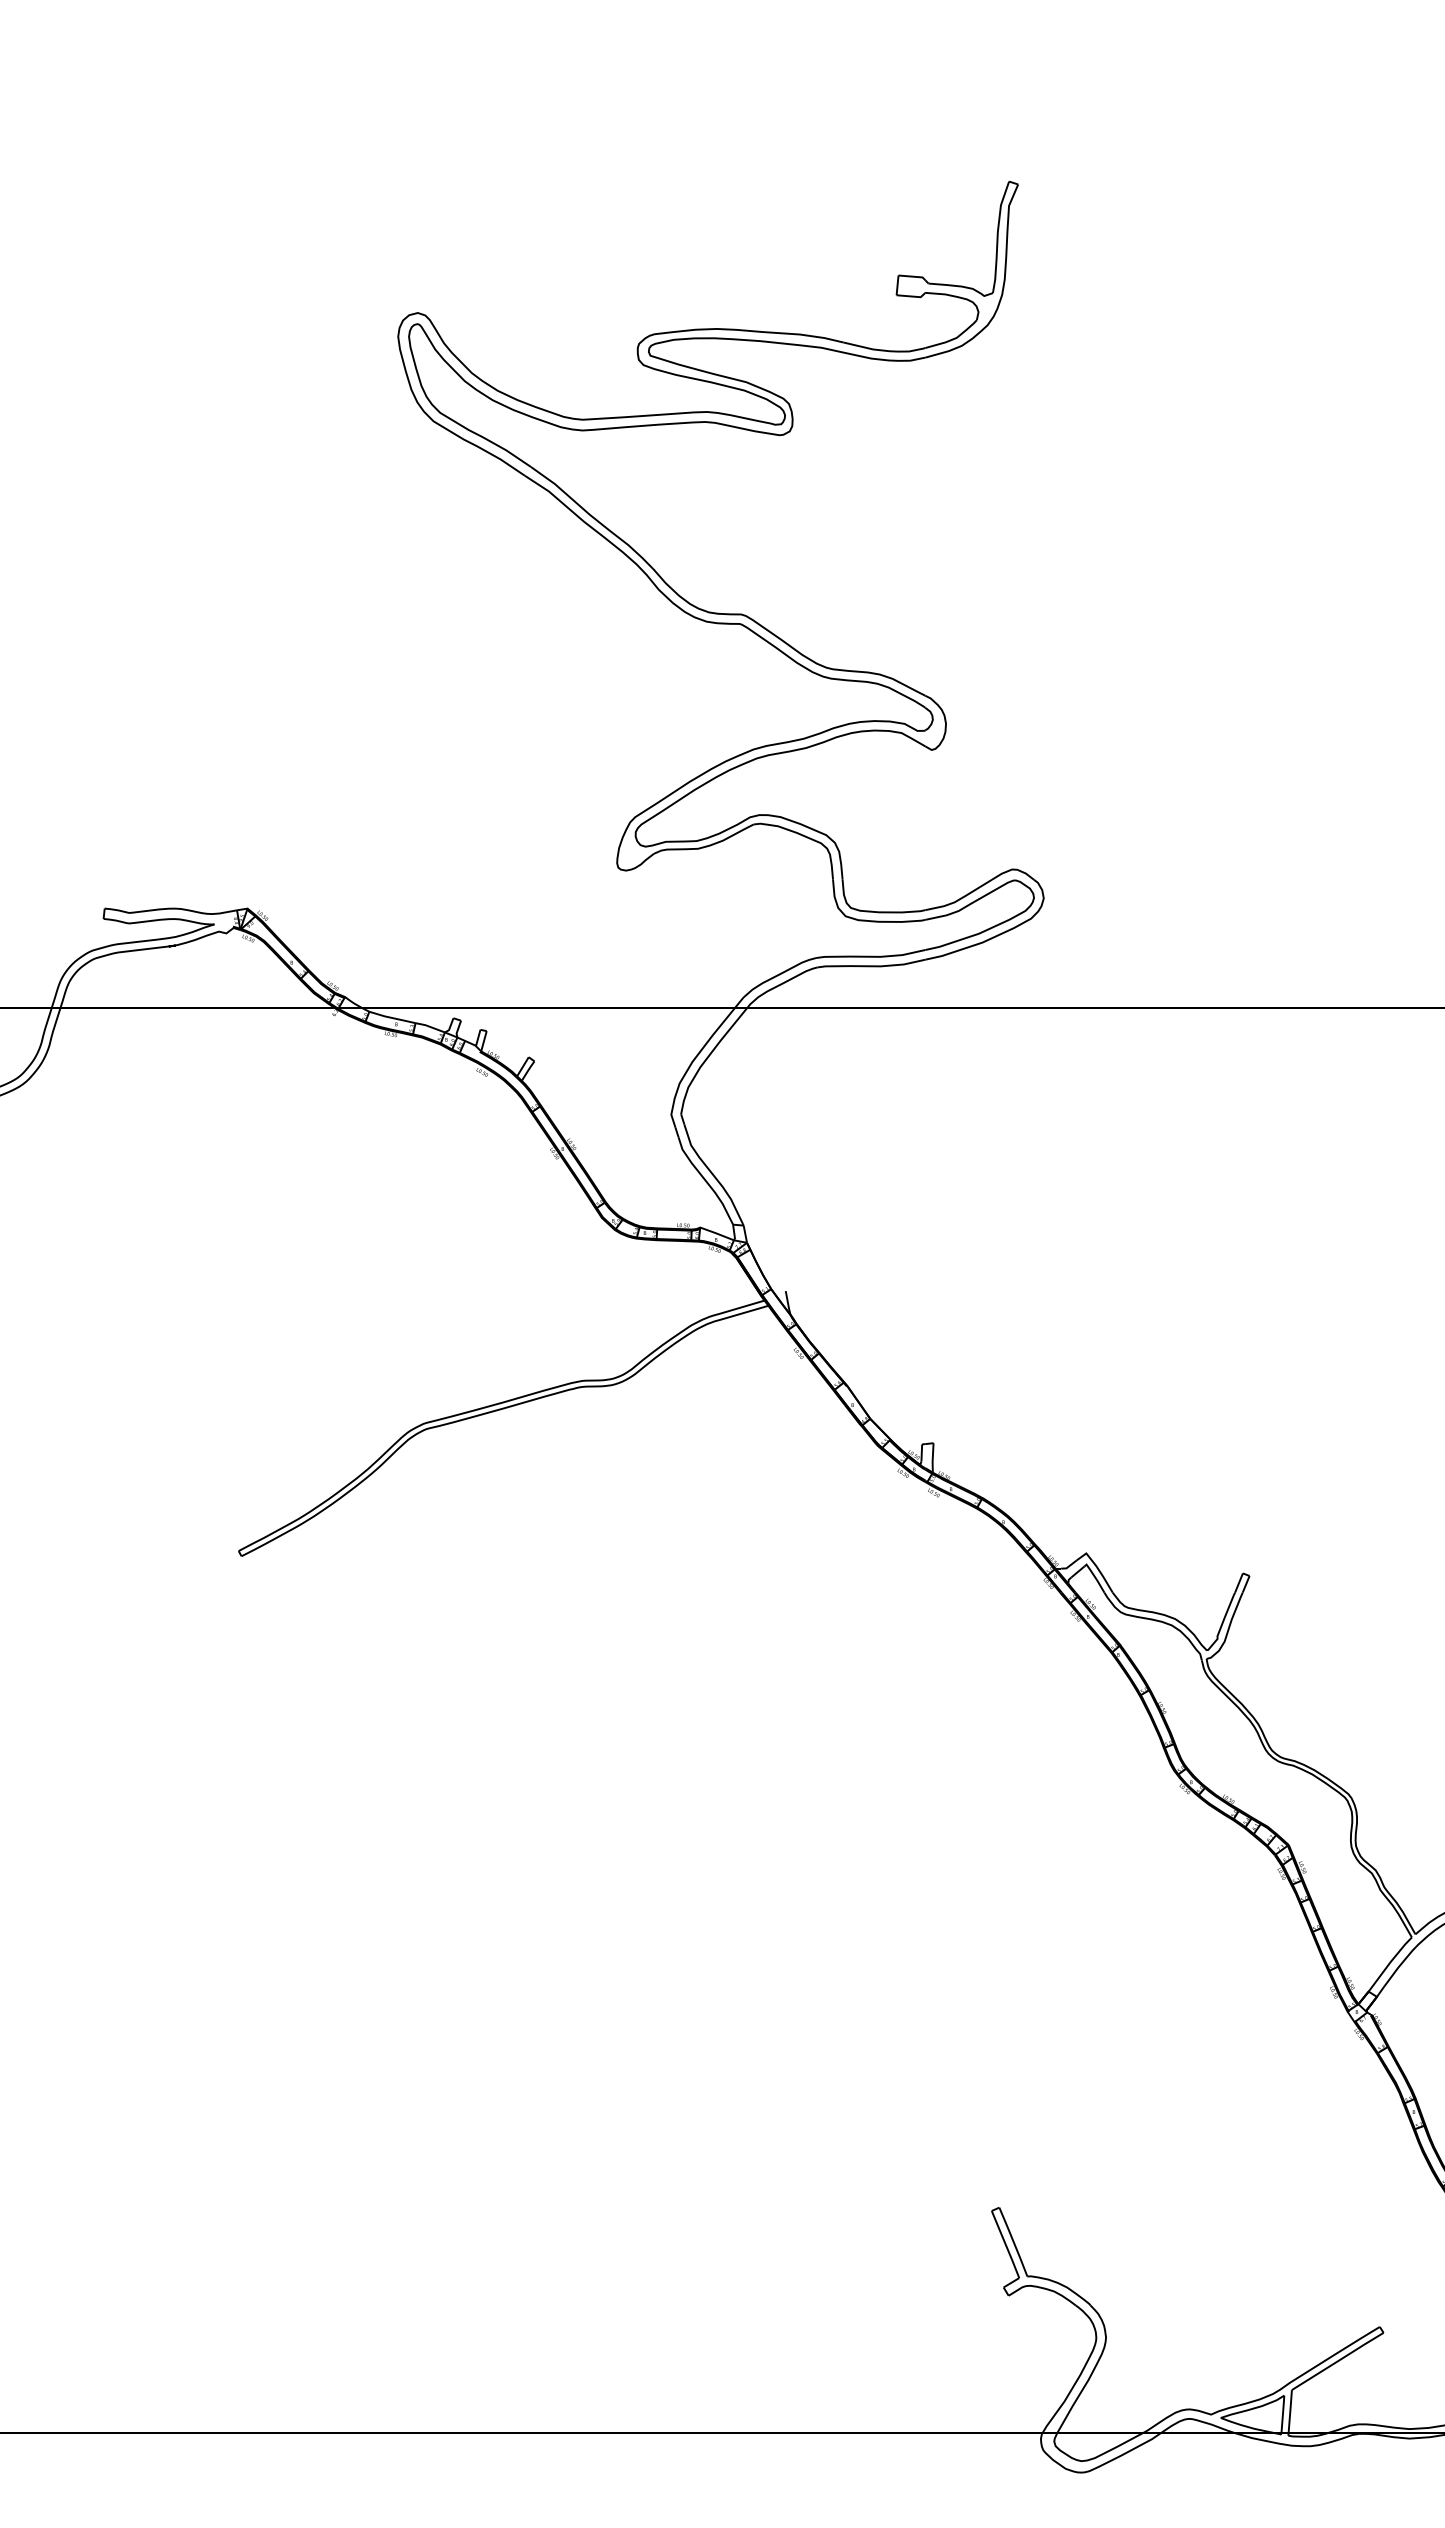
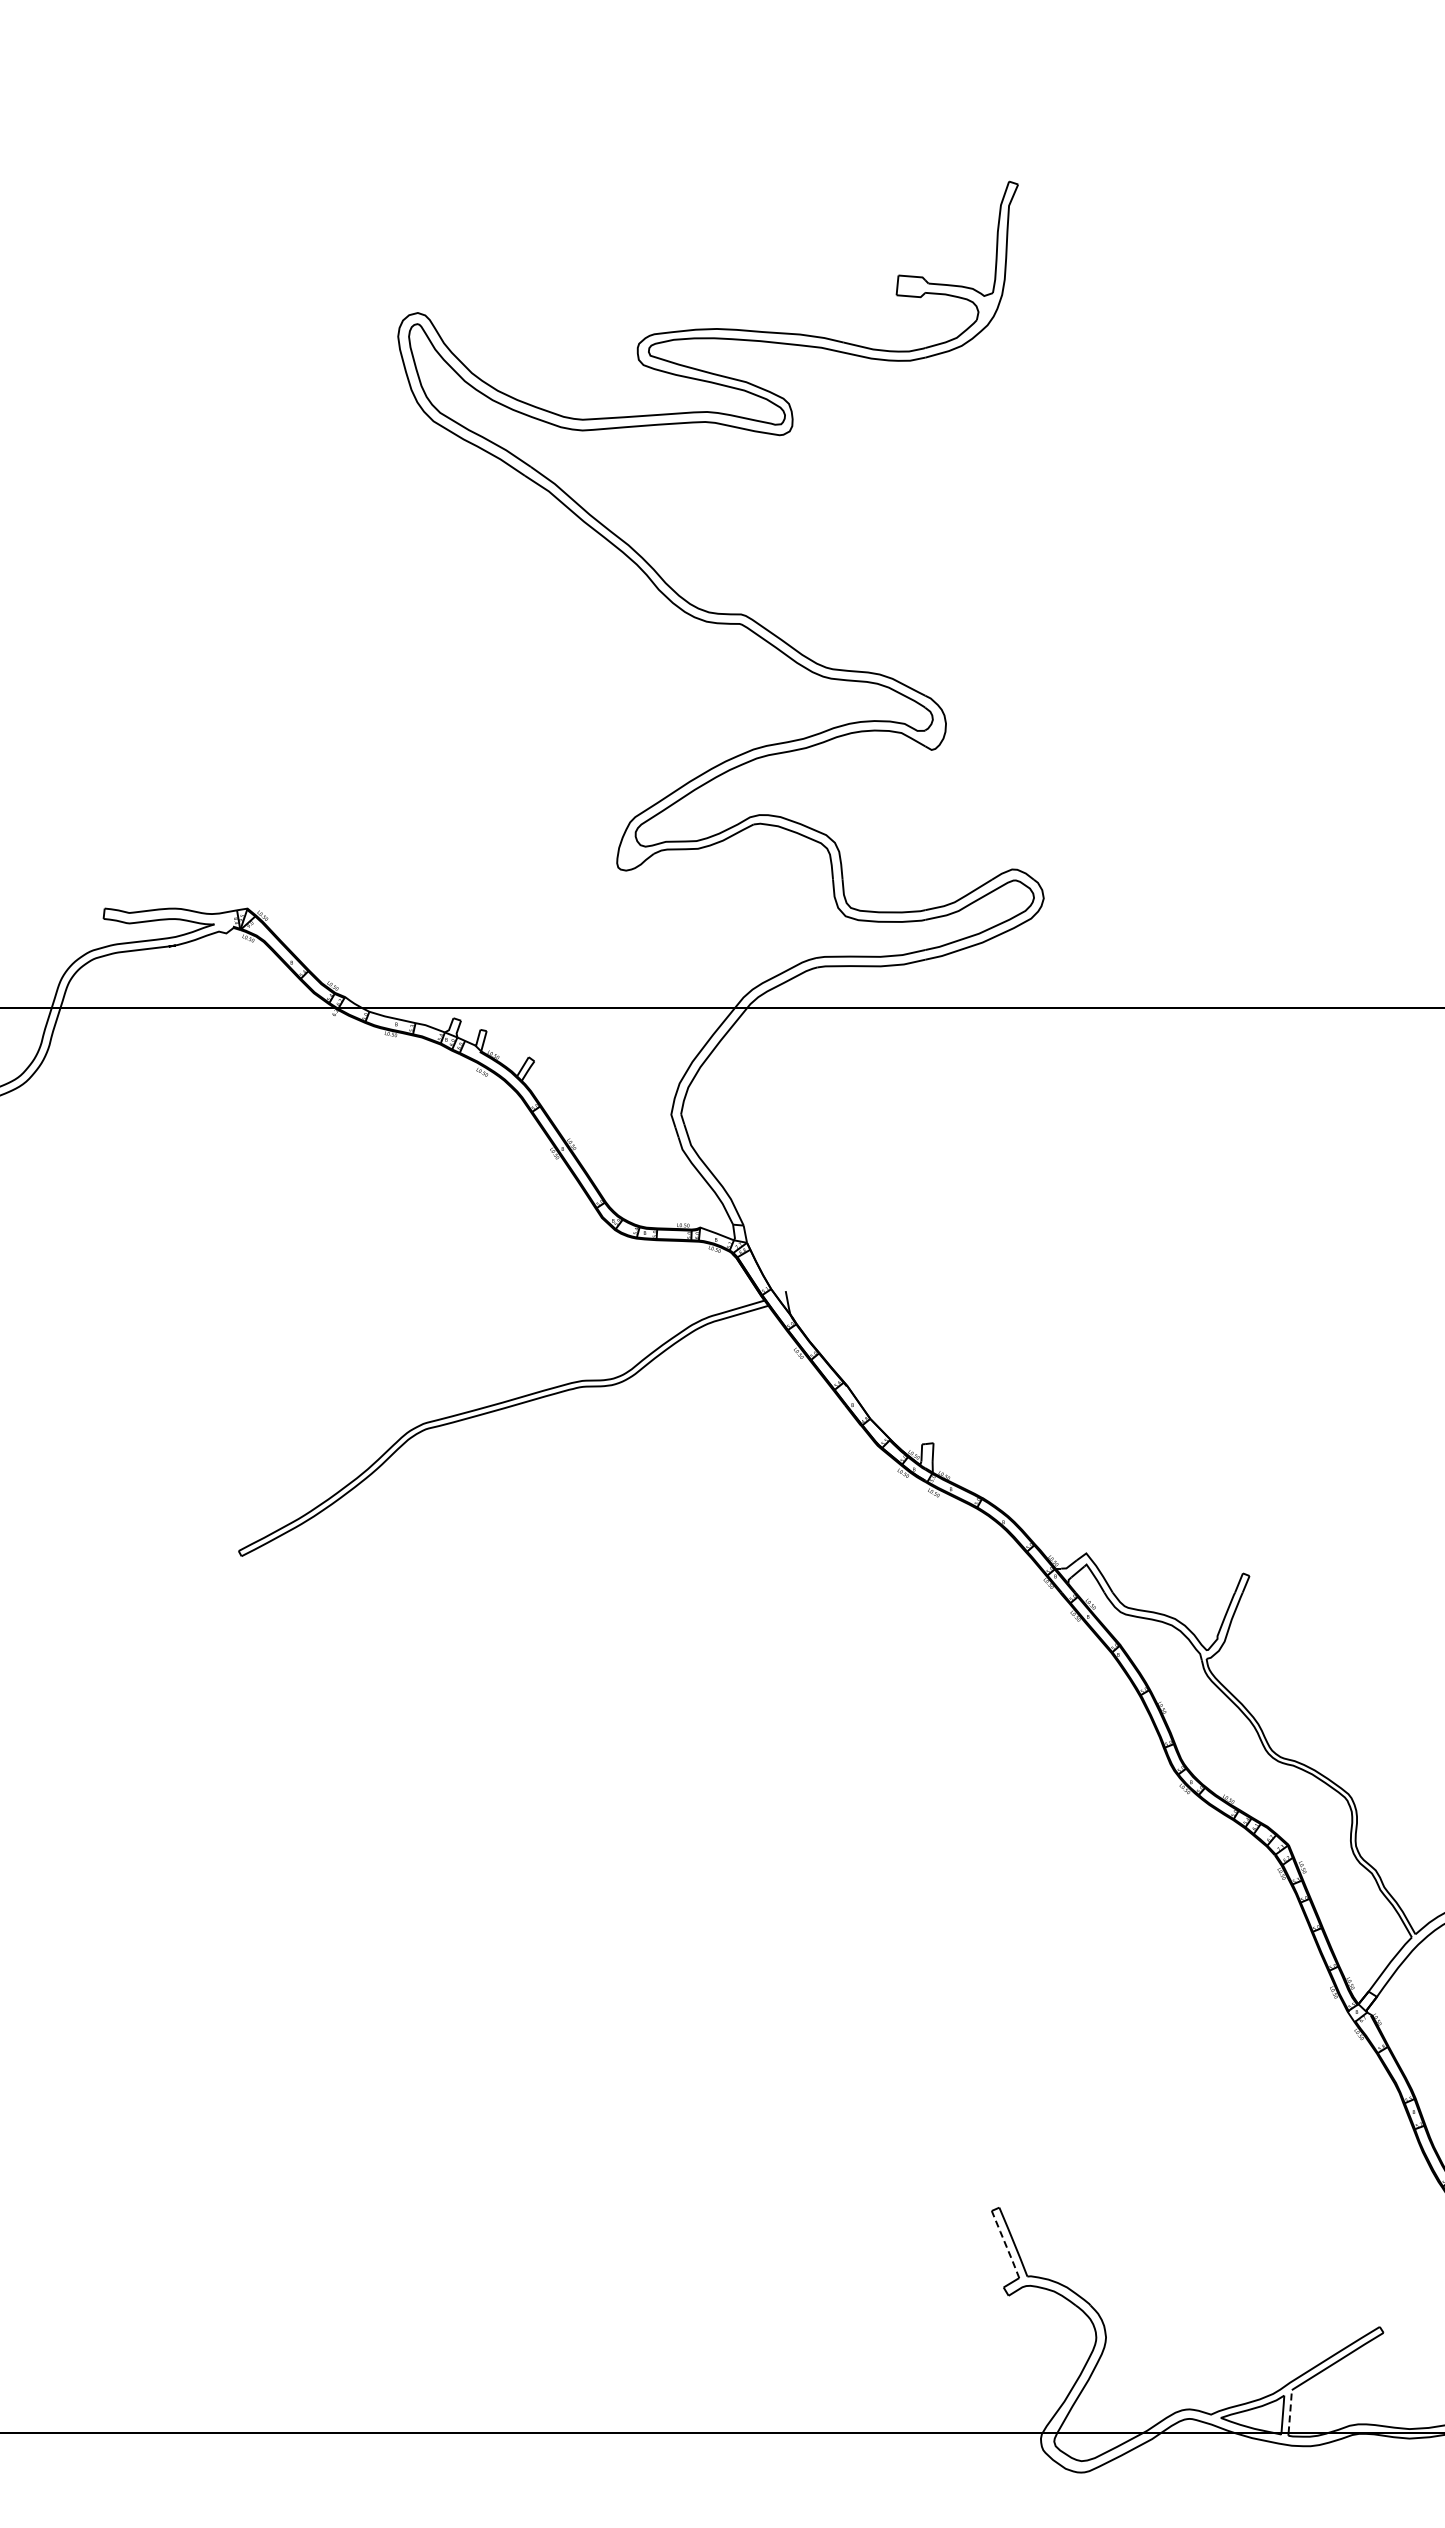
line at (1005, 2244): solid -> dashed
line at (1290, 2411): solid -> dashed
